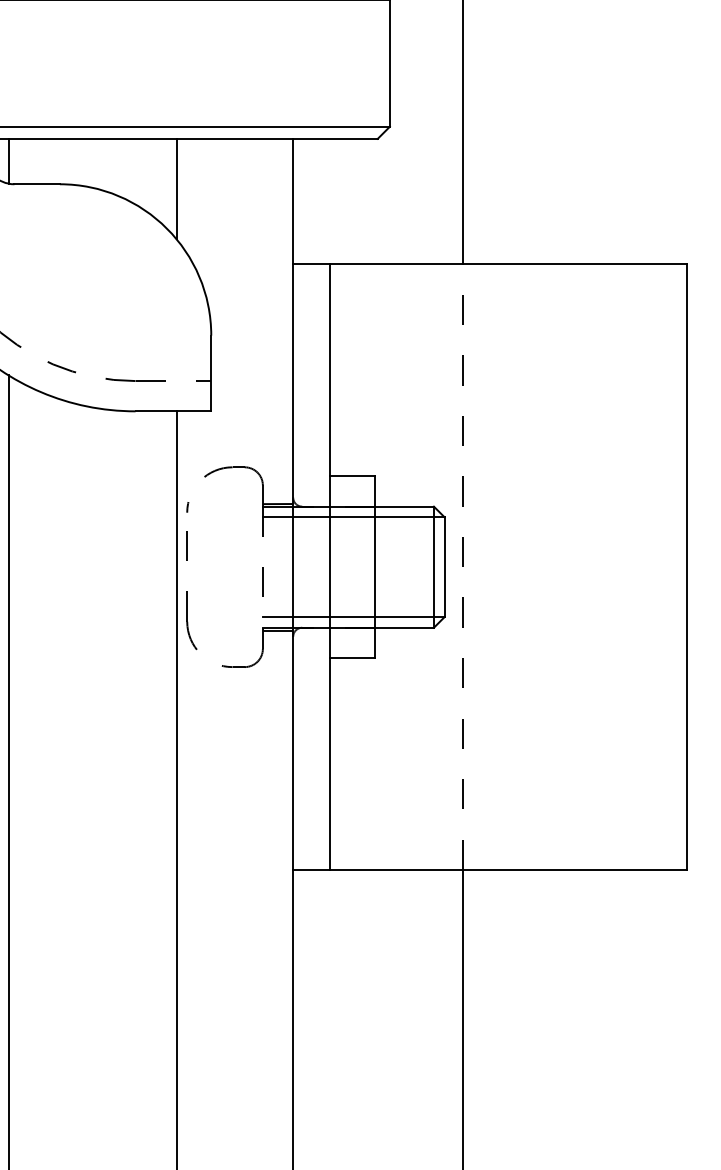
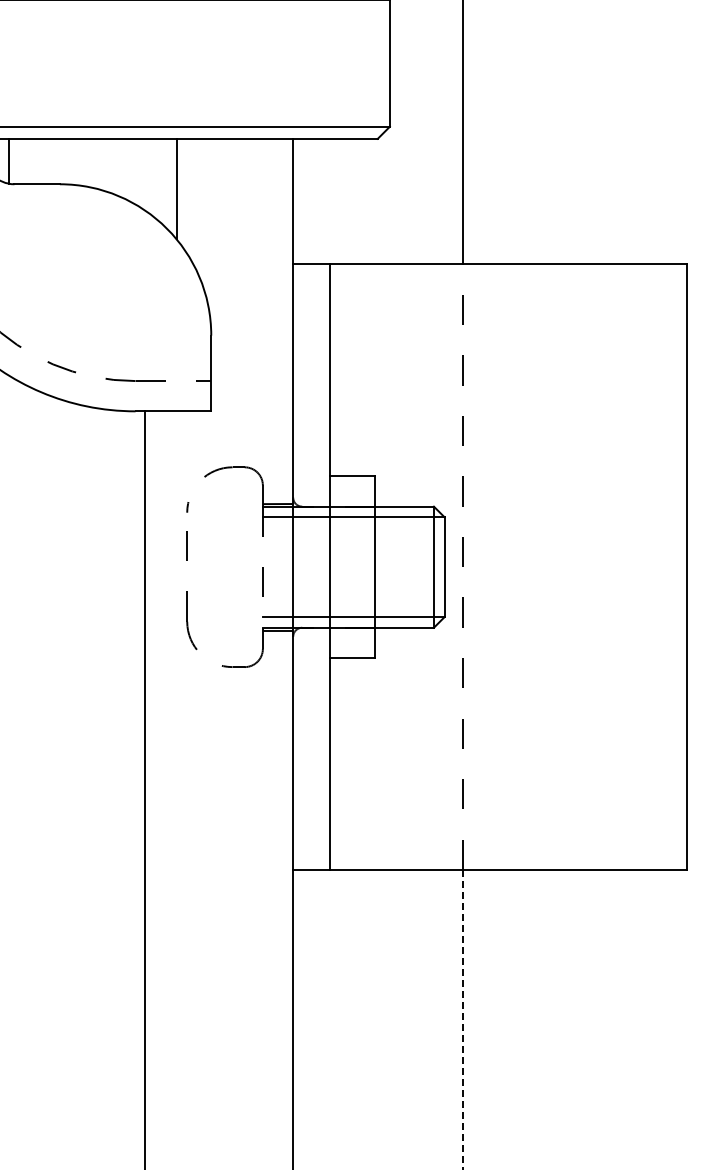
line at (8, 770): present -> none
line at (176, 788) position: (176, 788) -> (144, 788)
line at (462, 1019): solid -> dashed
